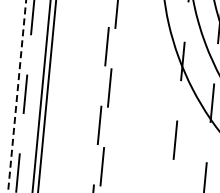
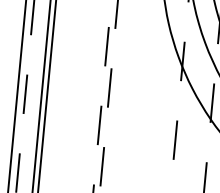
line at (17, 96): dashed -> solid
